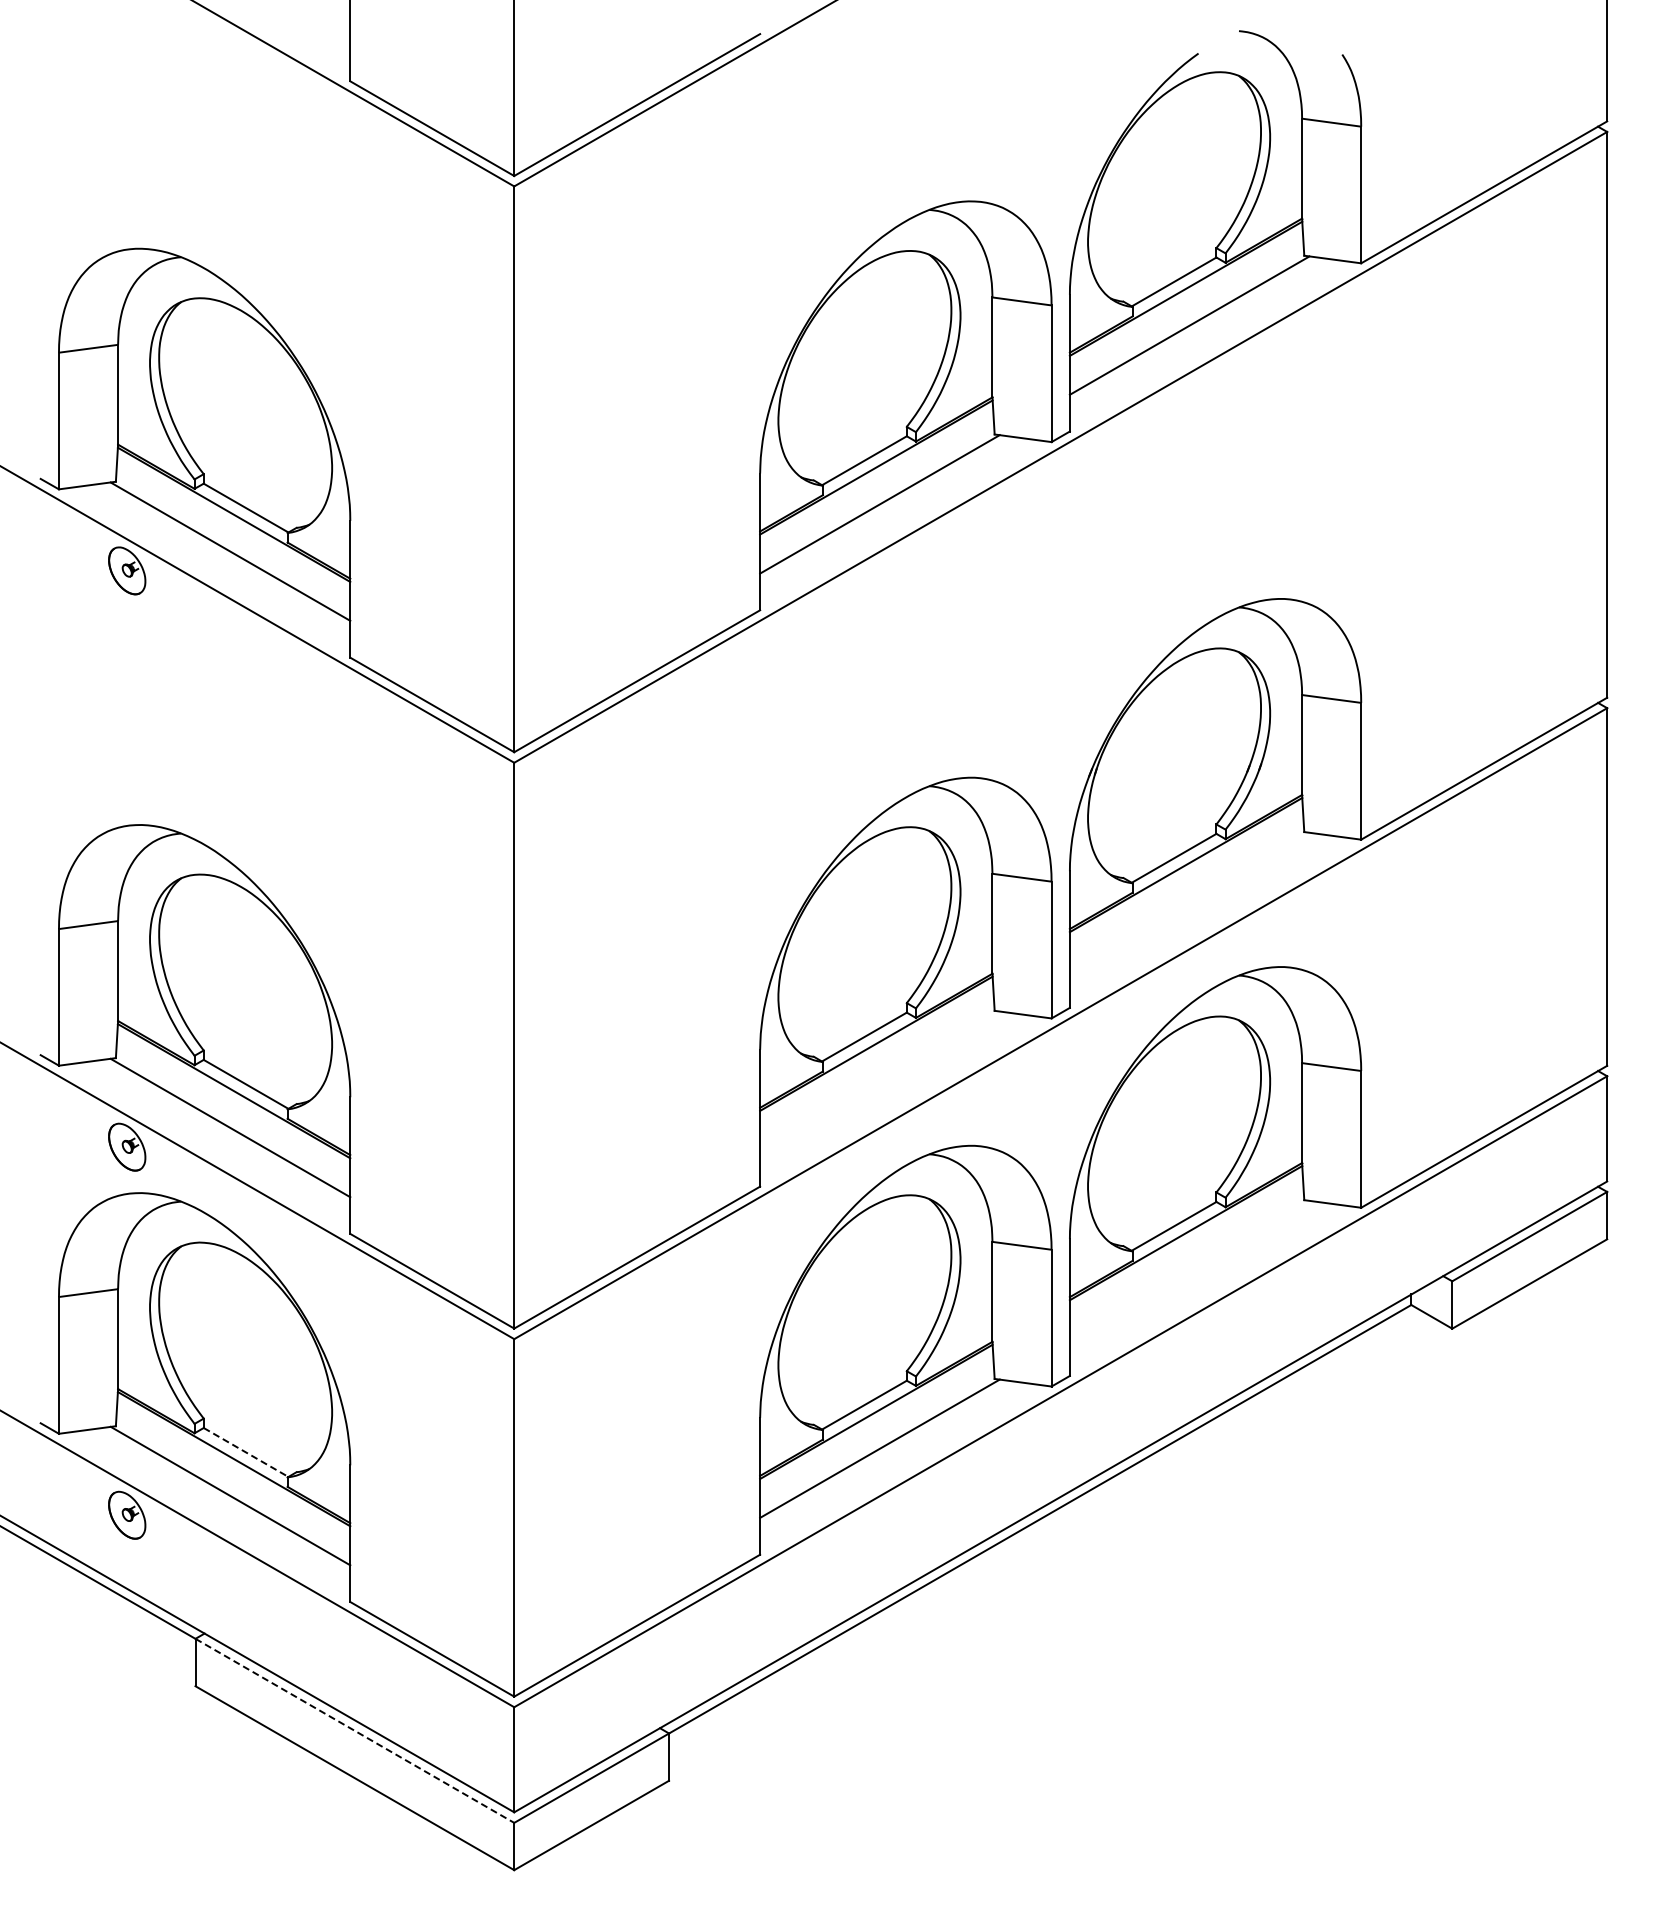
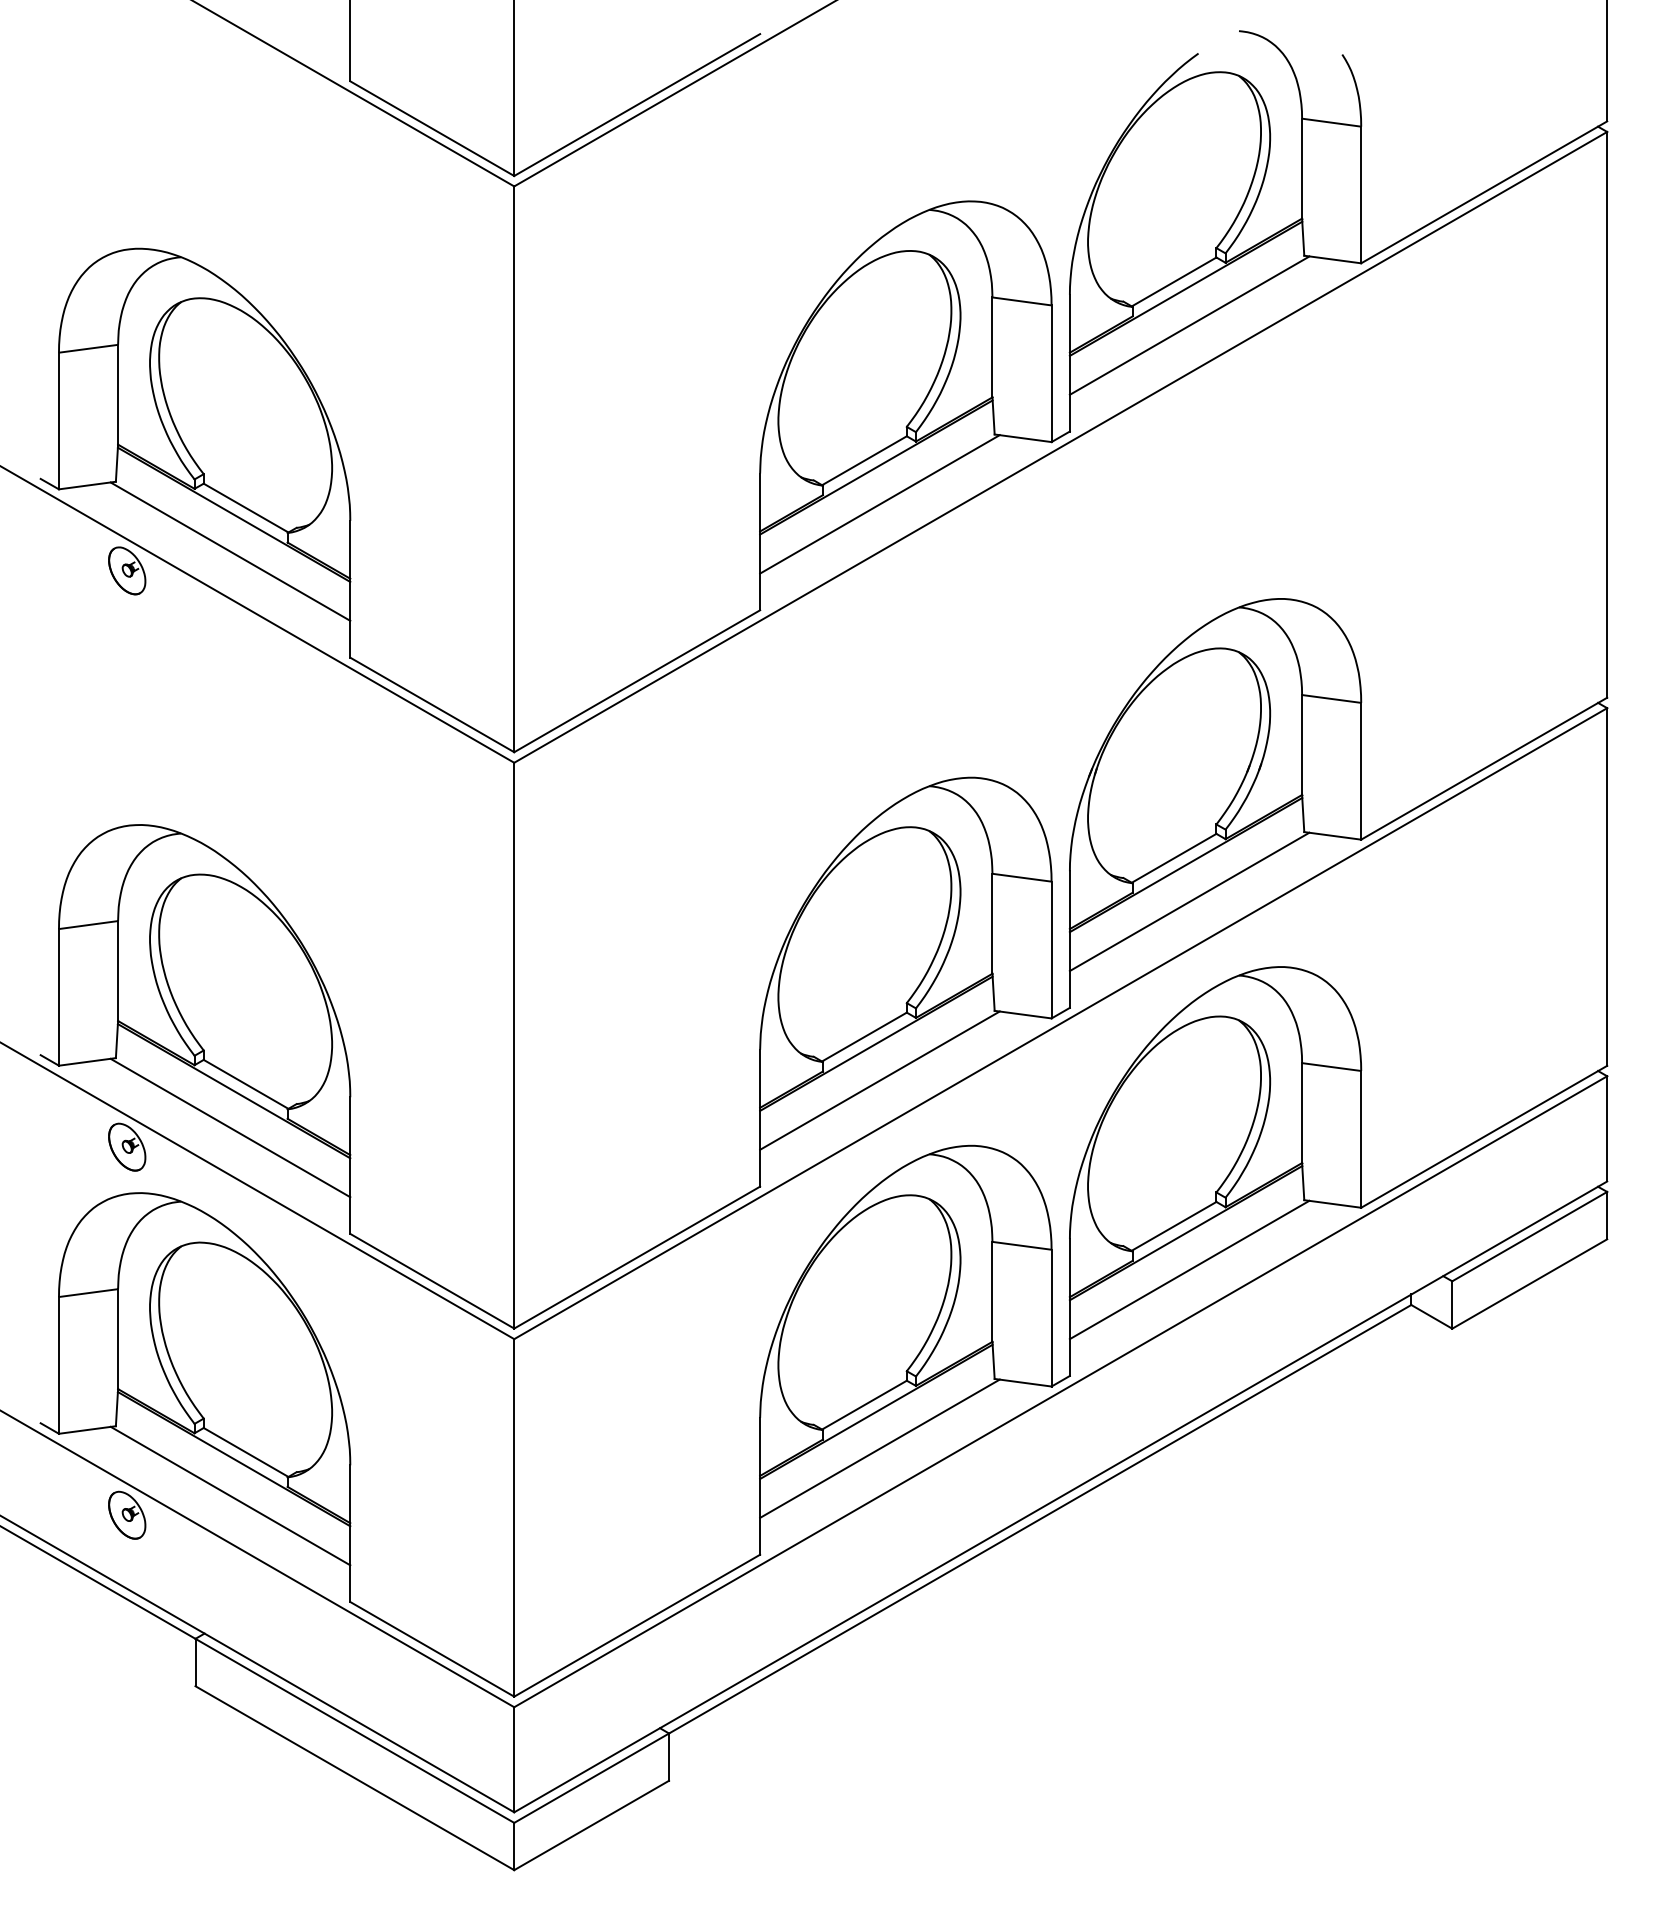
line at (1189, 901): none -> present
line at (879, 1080): none -> present
line at (1189, 1269): none -> present
line at (246, 1452): dashed -> solid
line at (355, 1731): dashed -> solid
